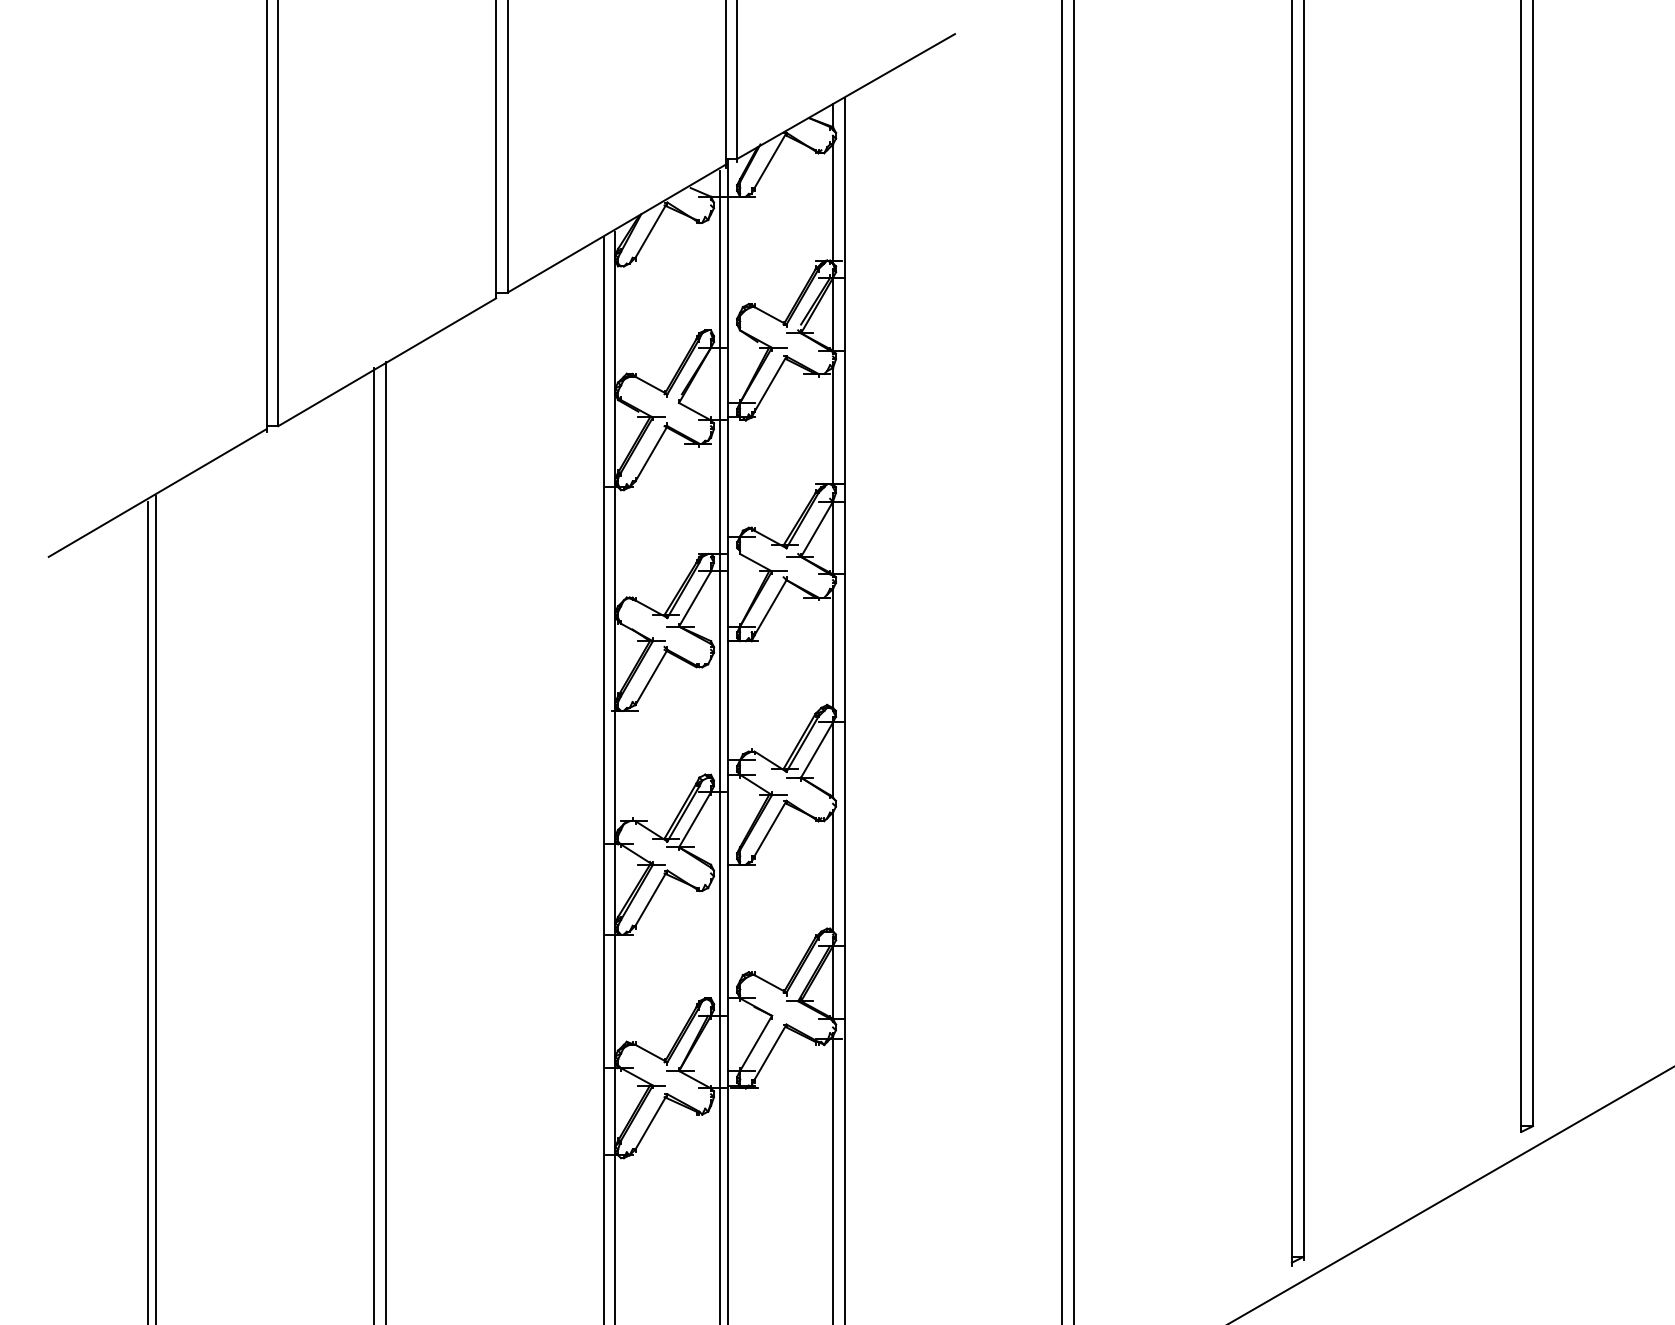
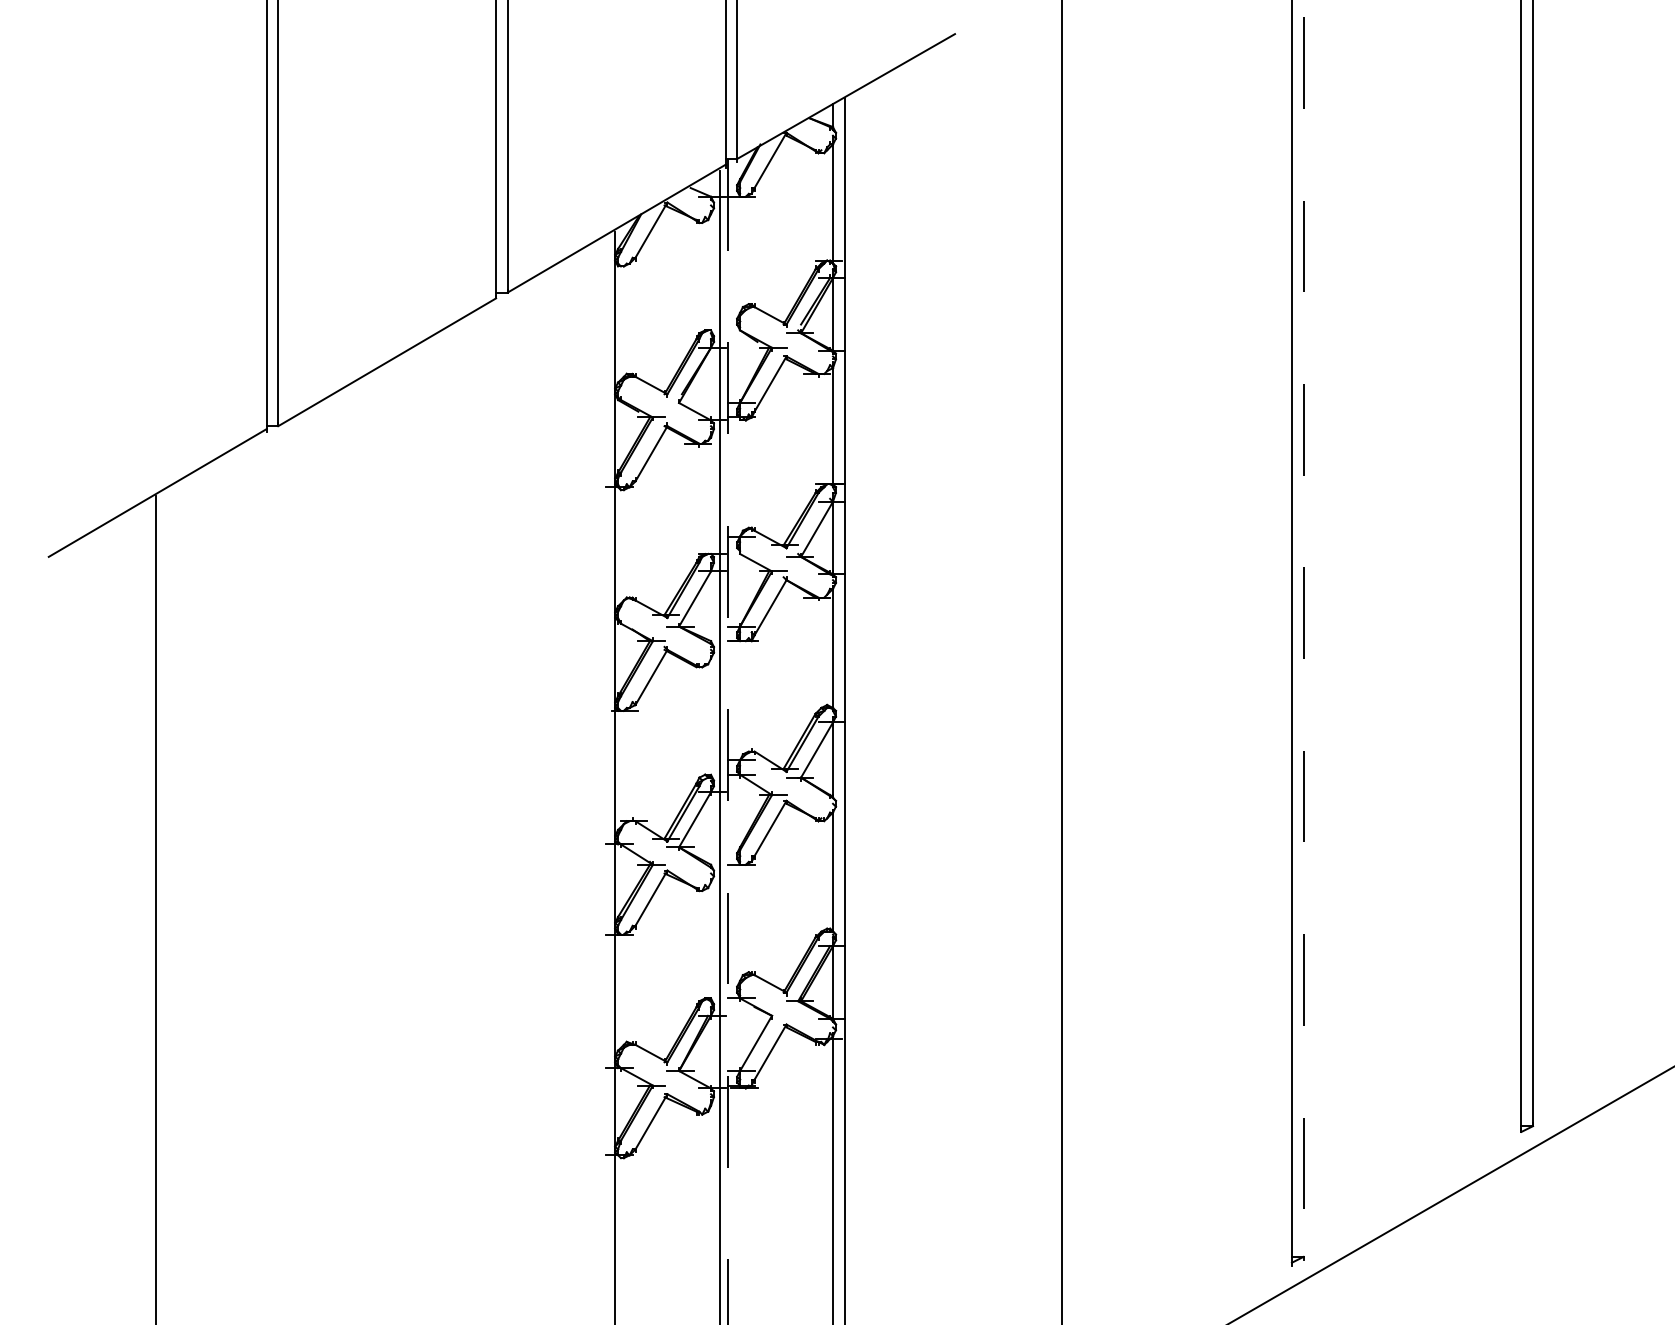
line at (1303, 629): solid -> dashed
line at (1074, 661): present -> none
line at (728, 741): solid -> dashed
line at (603, 779): present -> none
line at (385, 841): present -> none
line at (374, 844): present -> none
line at (147, 911): present -> none
